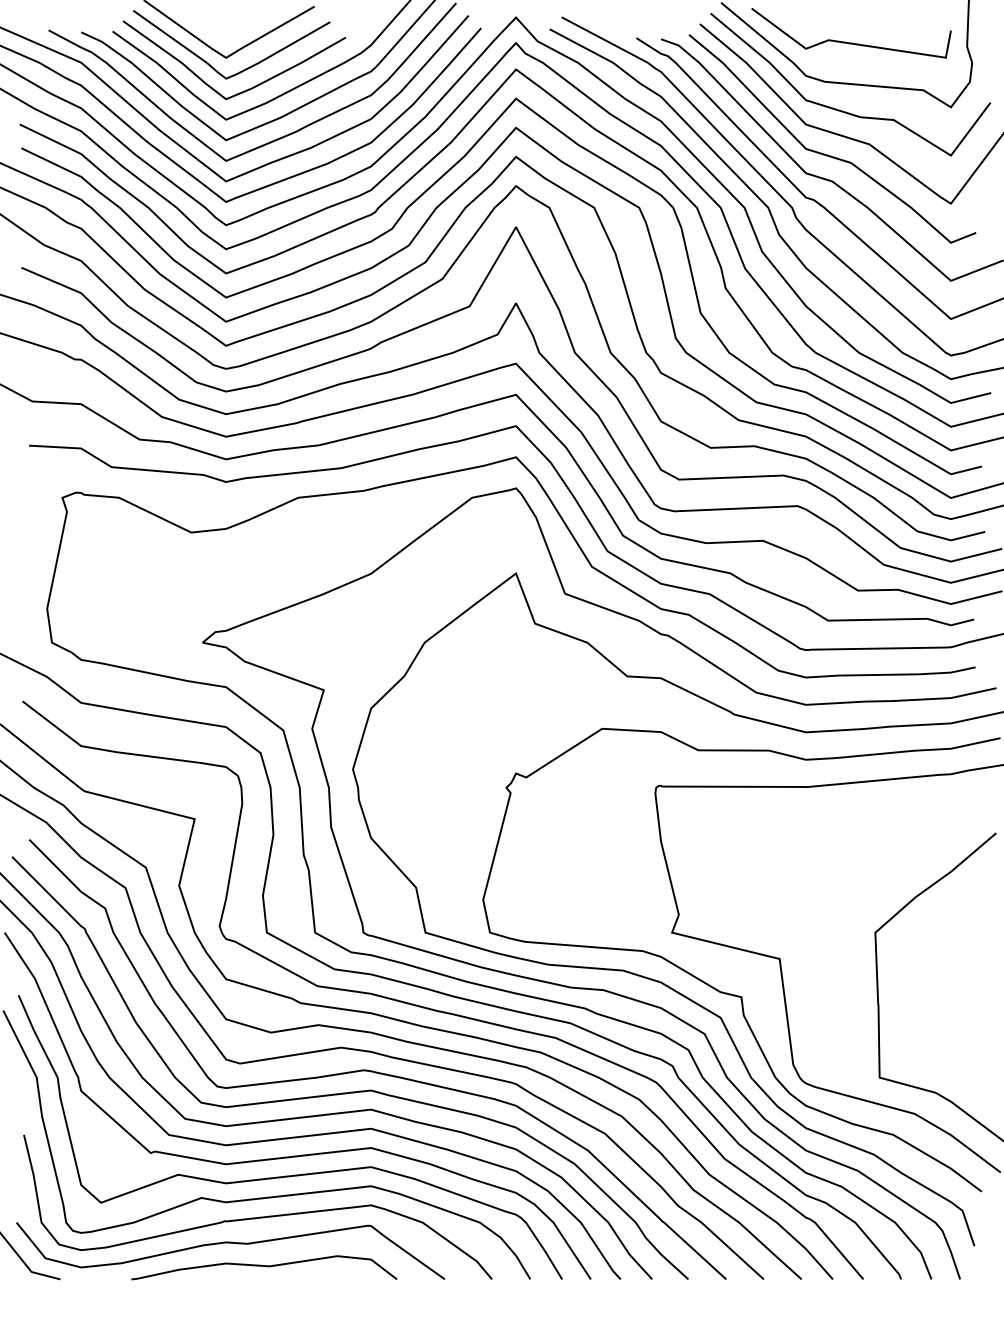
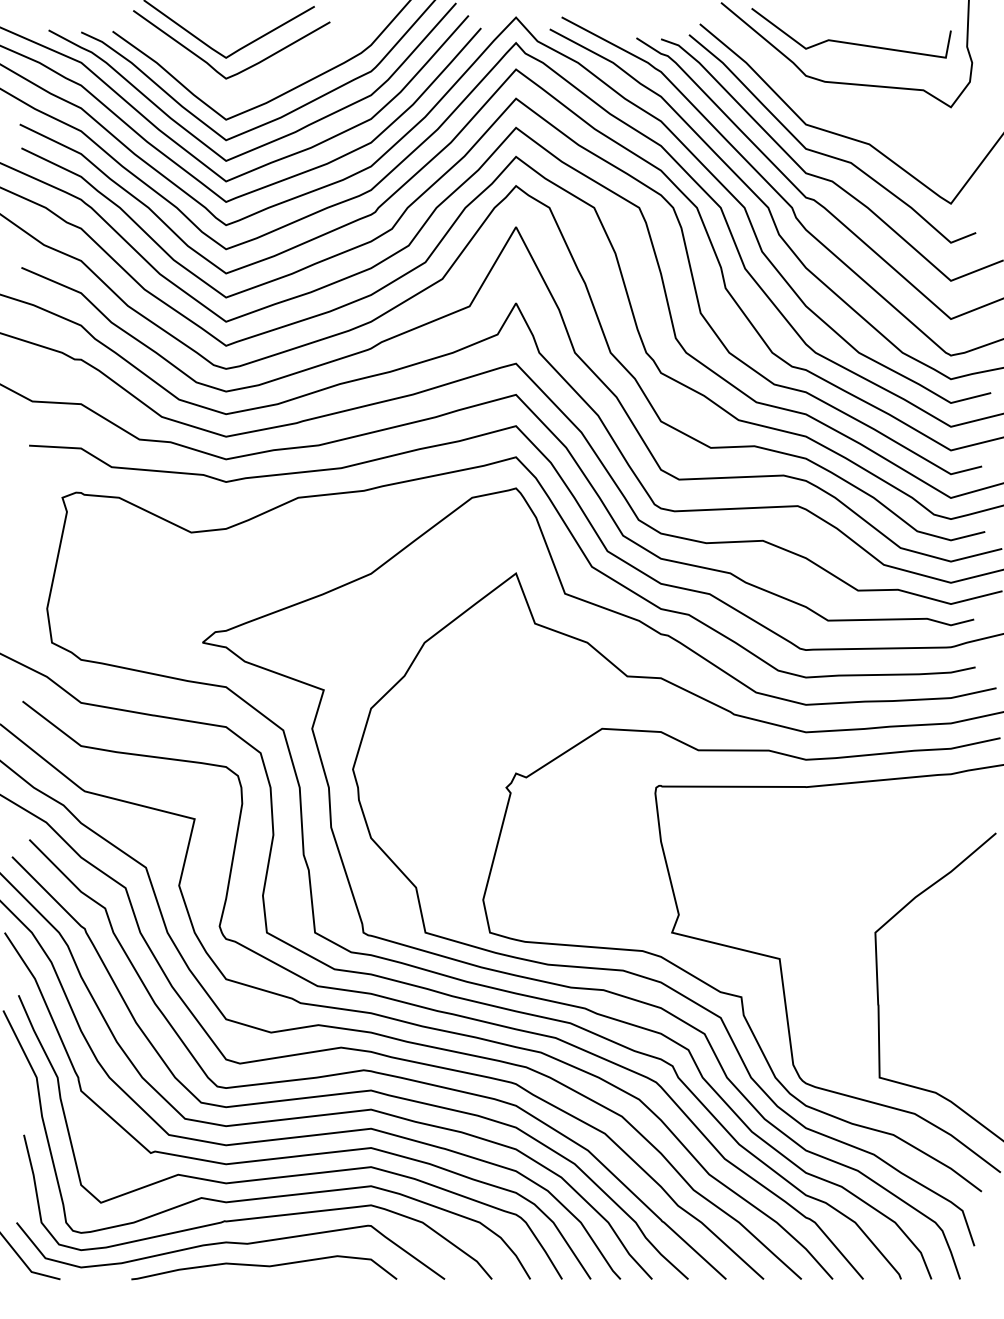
curve at (248, 88): present -> none
curve at (842, 110): present -> none
